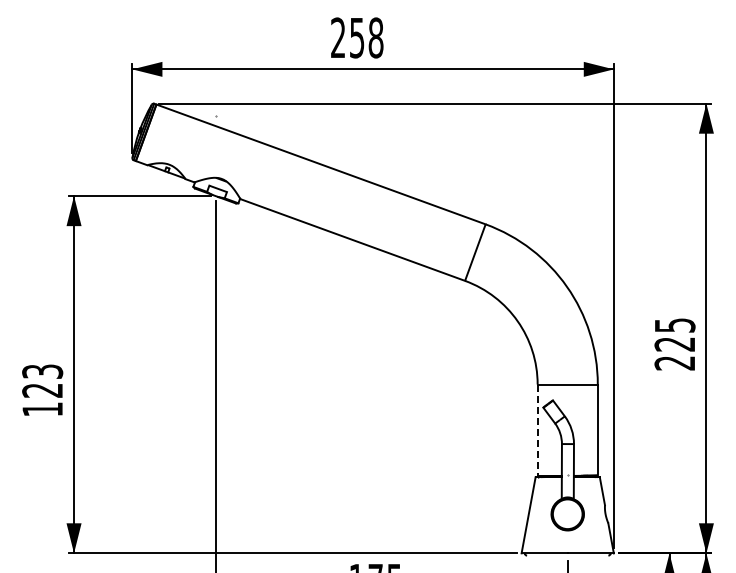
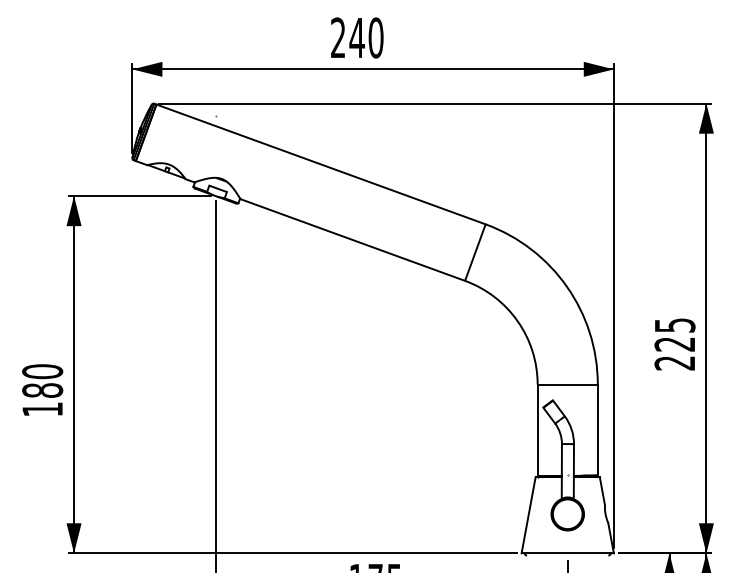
text at (366, 37): 258 -> 240
text at (42, 380): 123 -> 180
line at (537, 430): dashed -> solid
